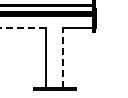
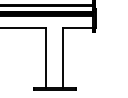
line at (23, 27): dashed -> solid
line at (63, 57): dashed -> solid
